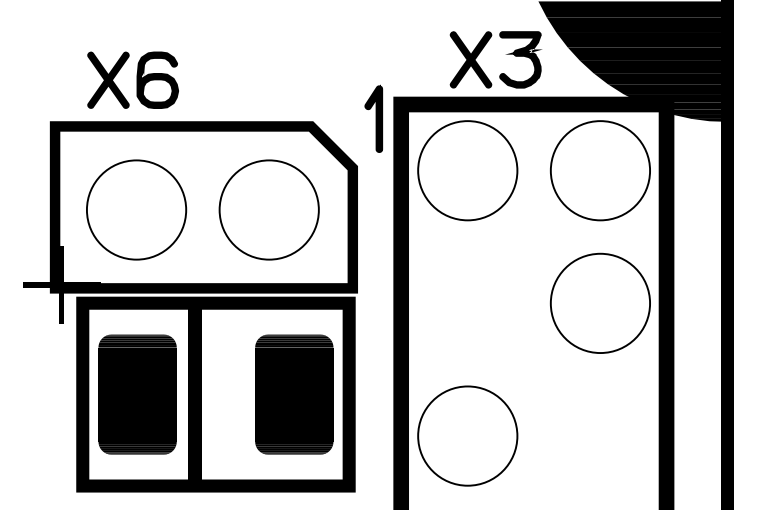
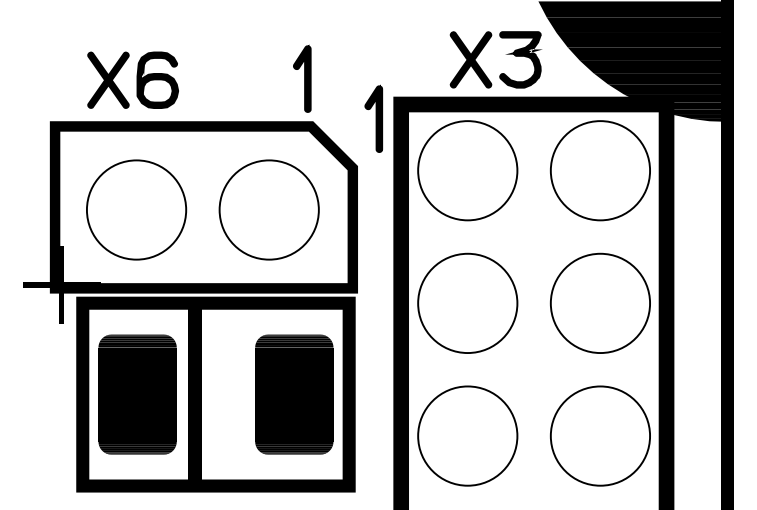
part at (302, 78): none -> present
part at (467, 302): none -> present
part at (600, 435): none -> present
